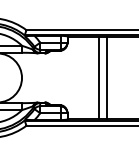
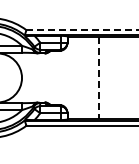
line at (82, 30): solid -> dashed
line at (106, 77): present -> none
line at (99, 78): solid -> dashed
